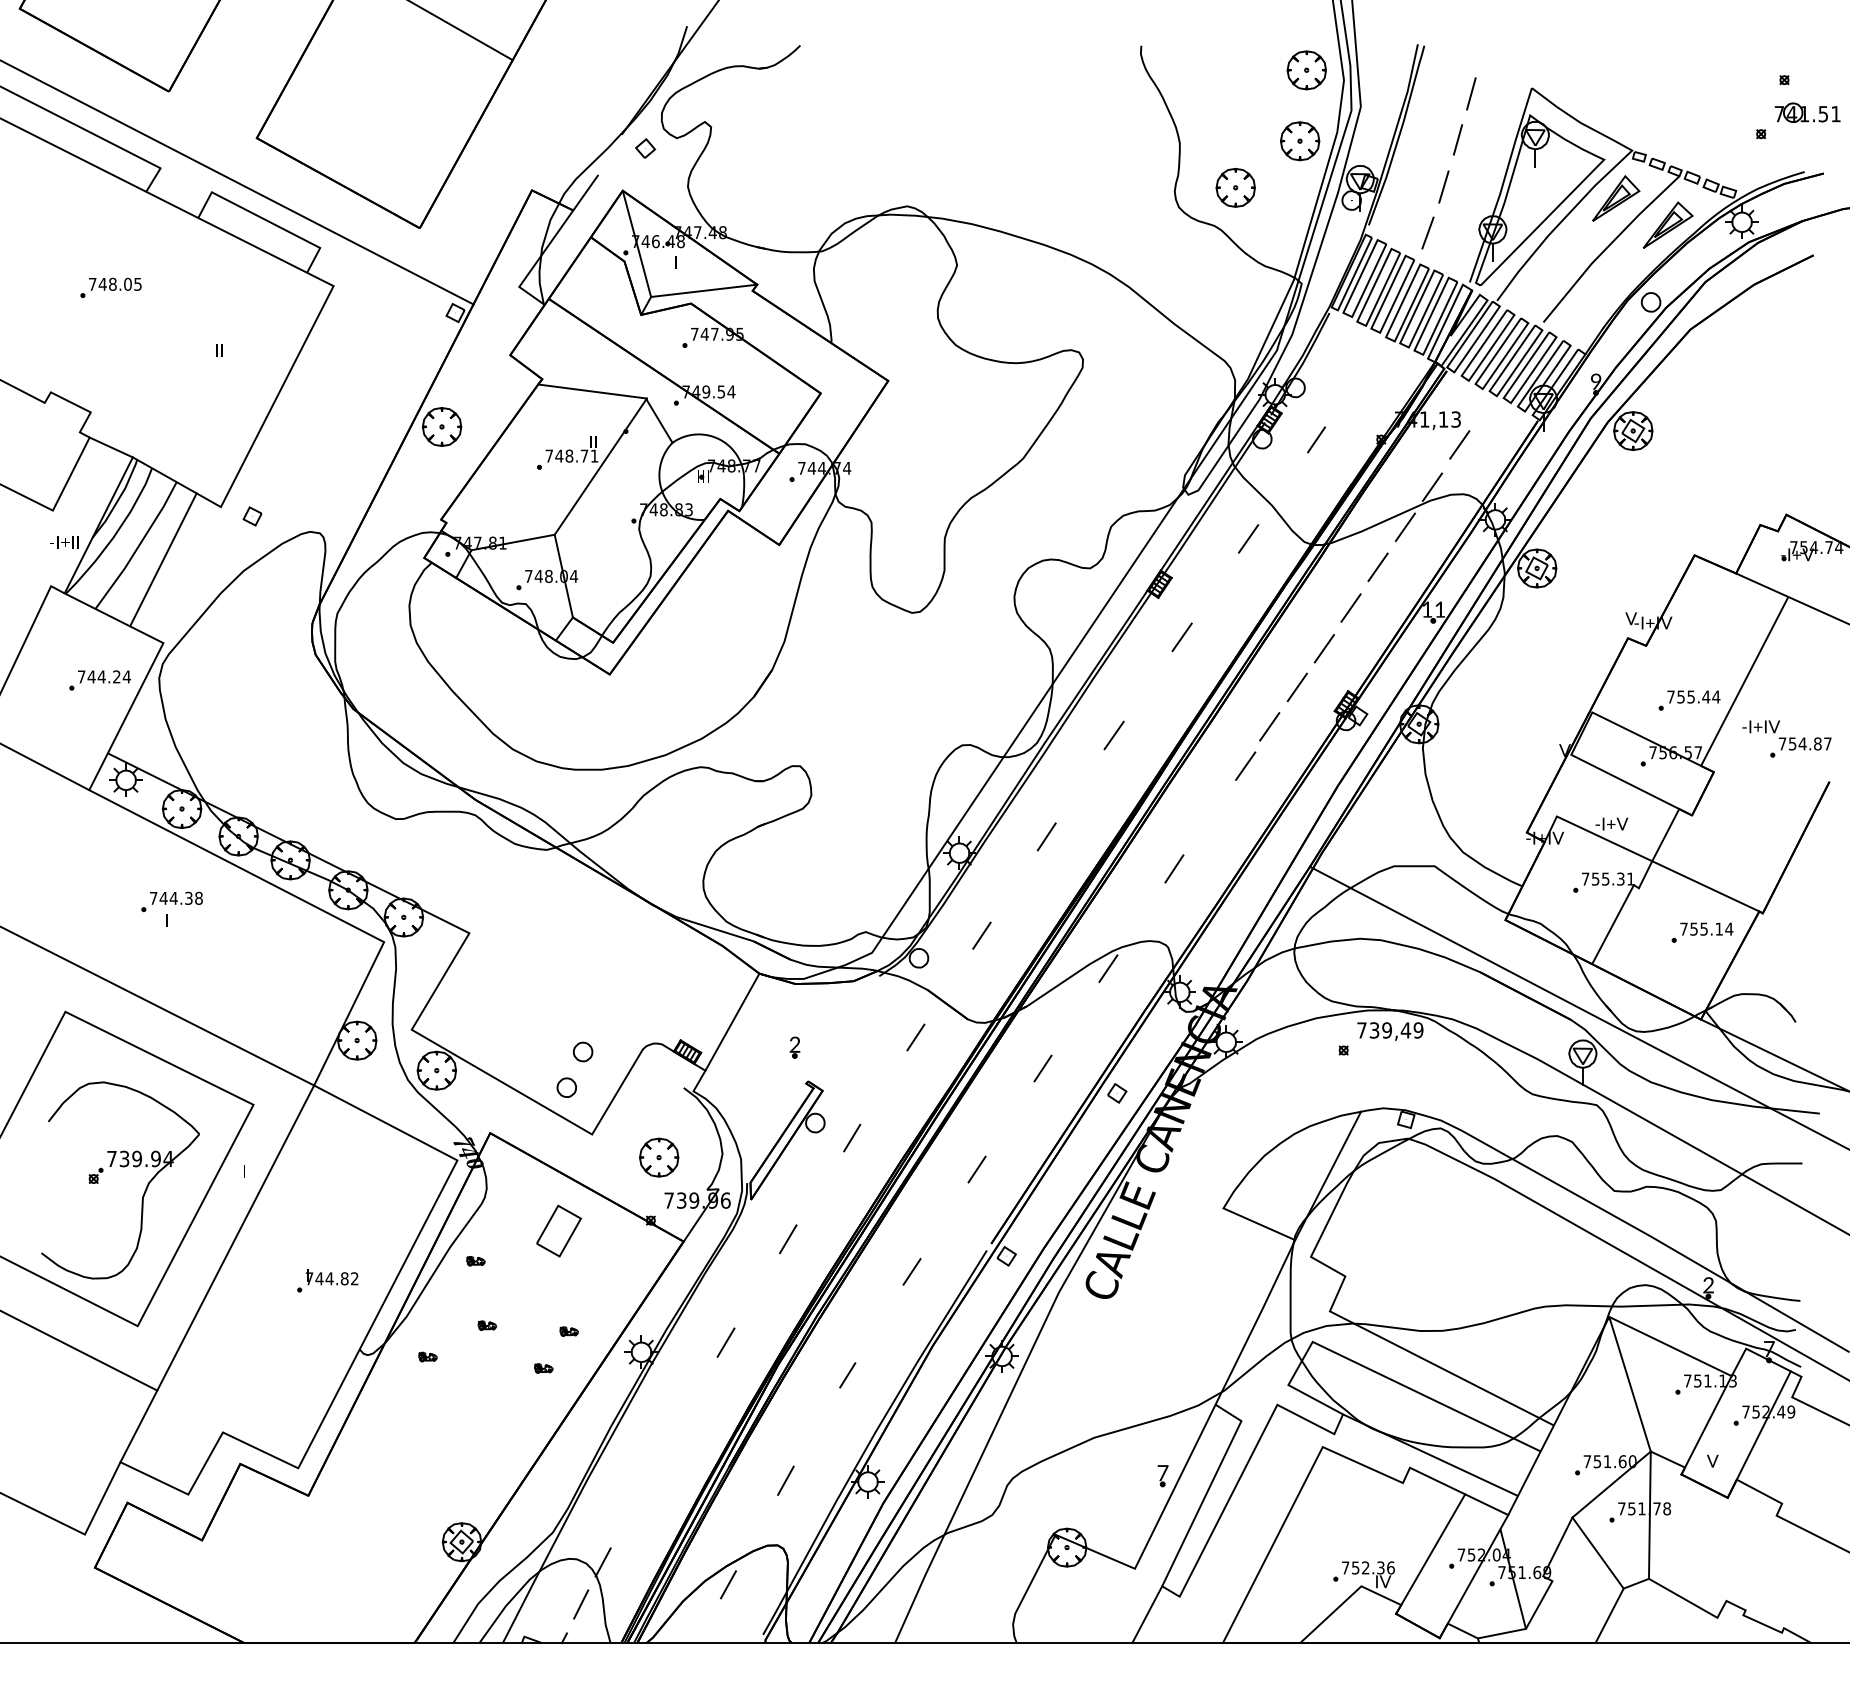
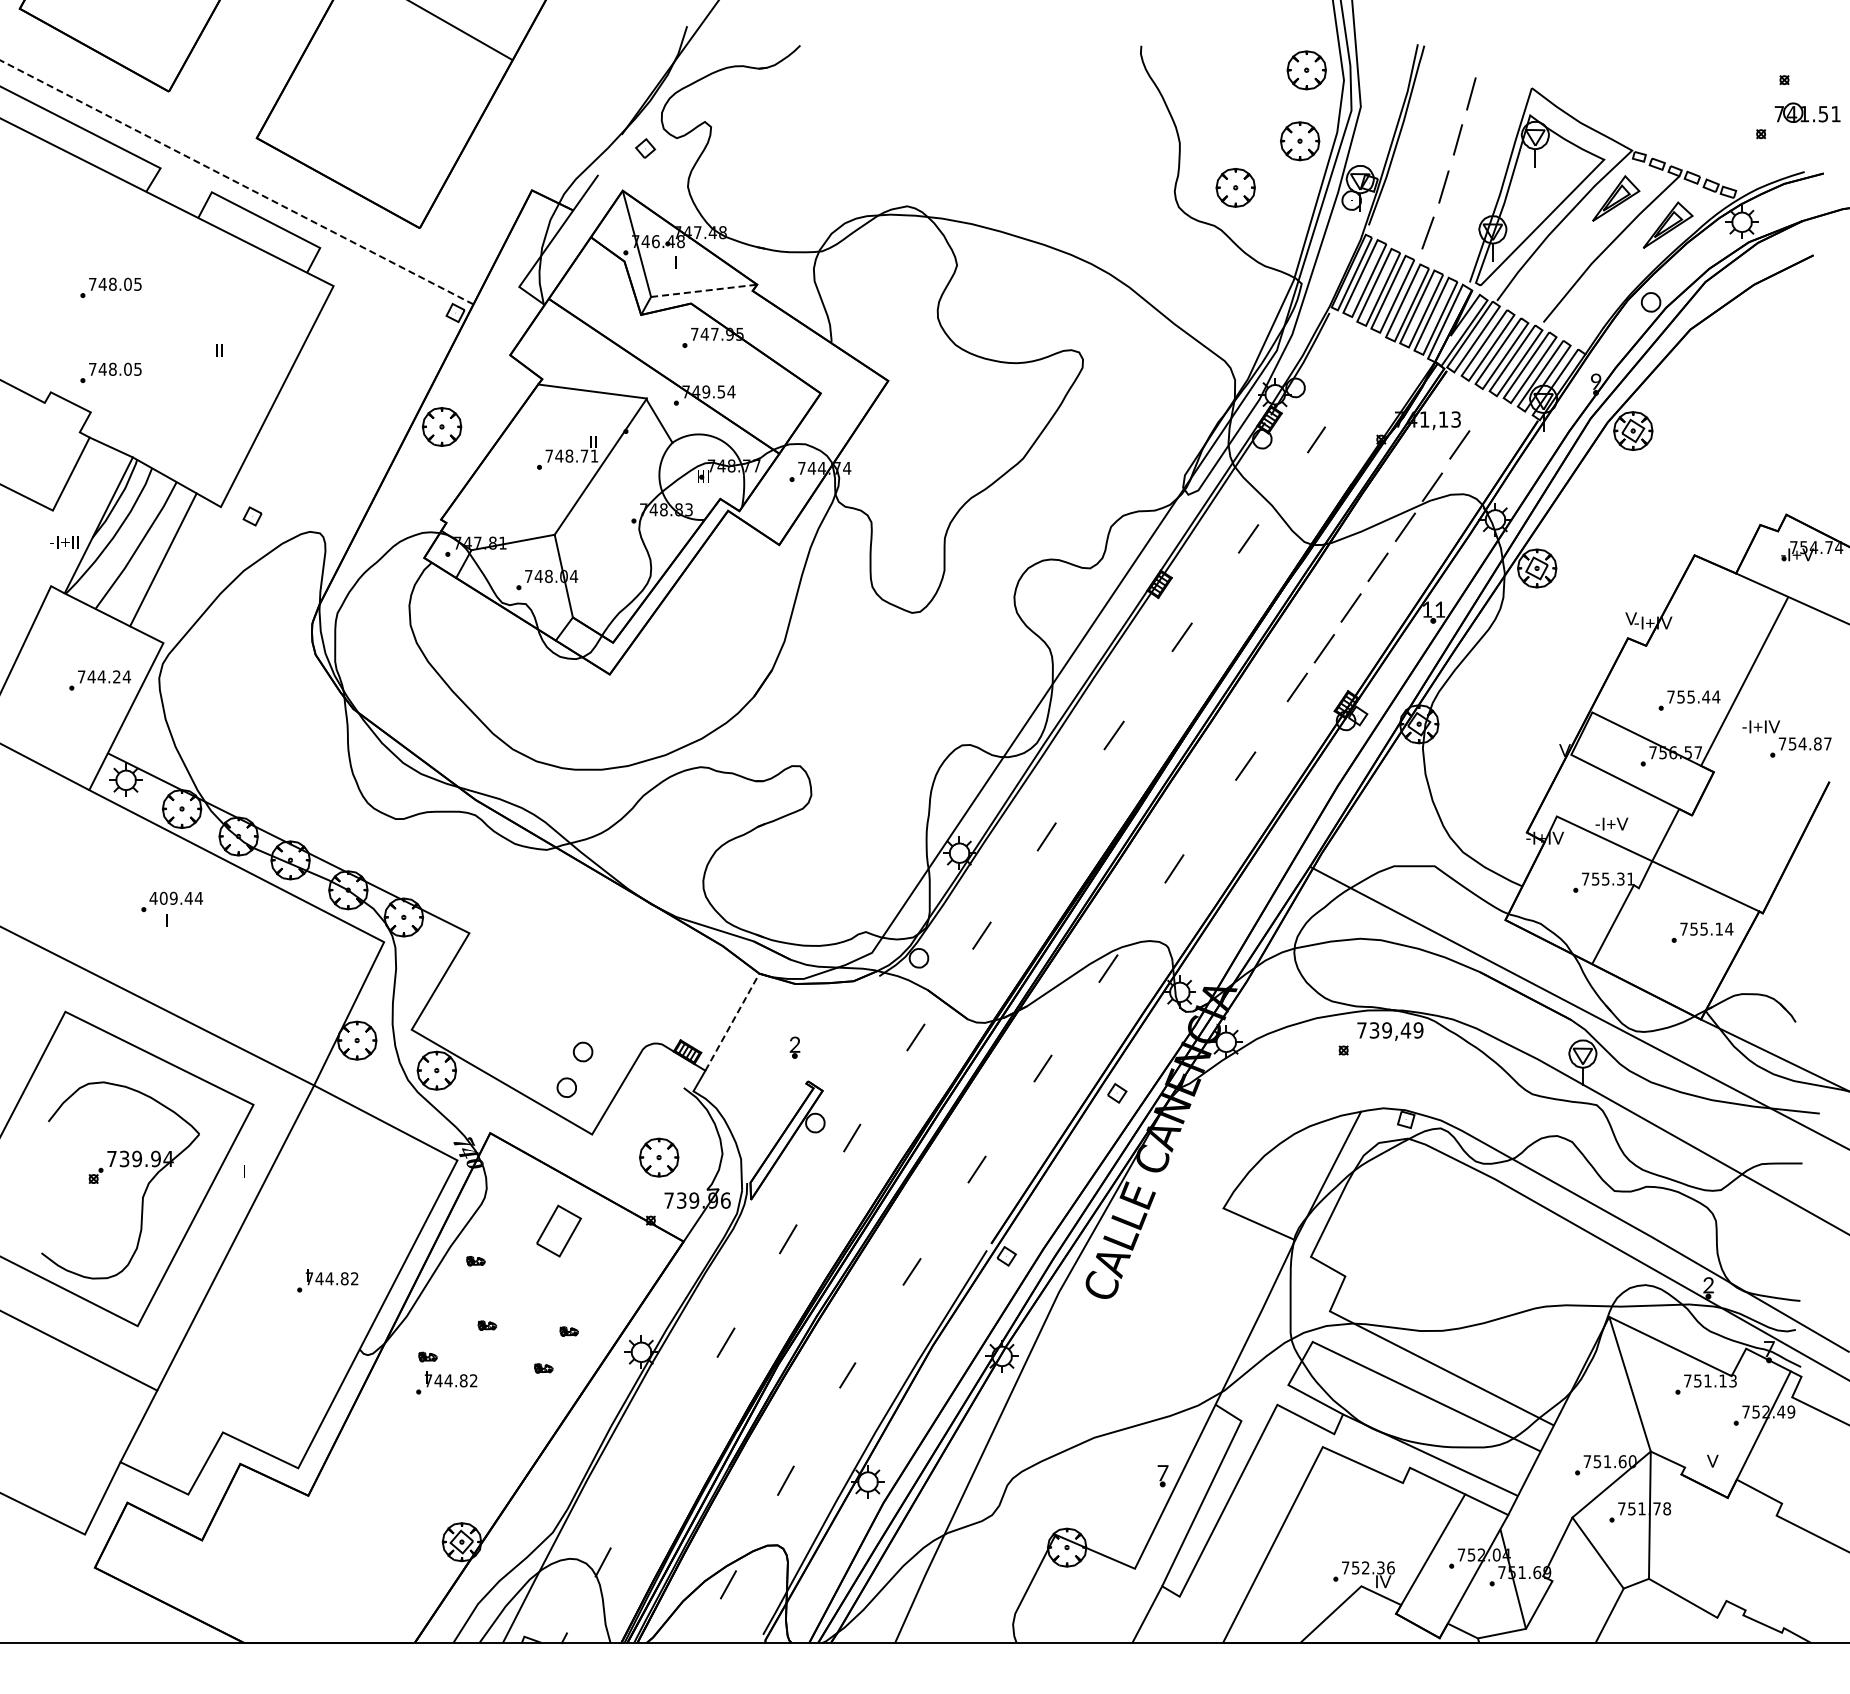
line at (237, 182): solid -> dashed
line at (704, 290): solid -> dashed
part at (110, 372): none -> present
line at (1269, 726): present -> none
text at (176, 897): 744.38 -> 409.44
line at (732, 1022): solid -> dashed
part at (446, 1382): none -> present
line at (1706, 1425): present -> none
line at (581, 1604): present -> none
